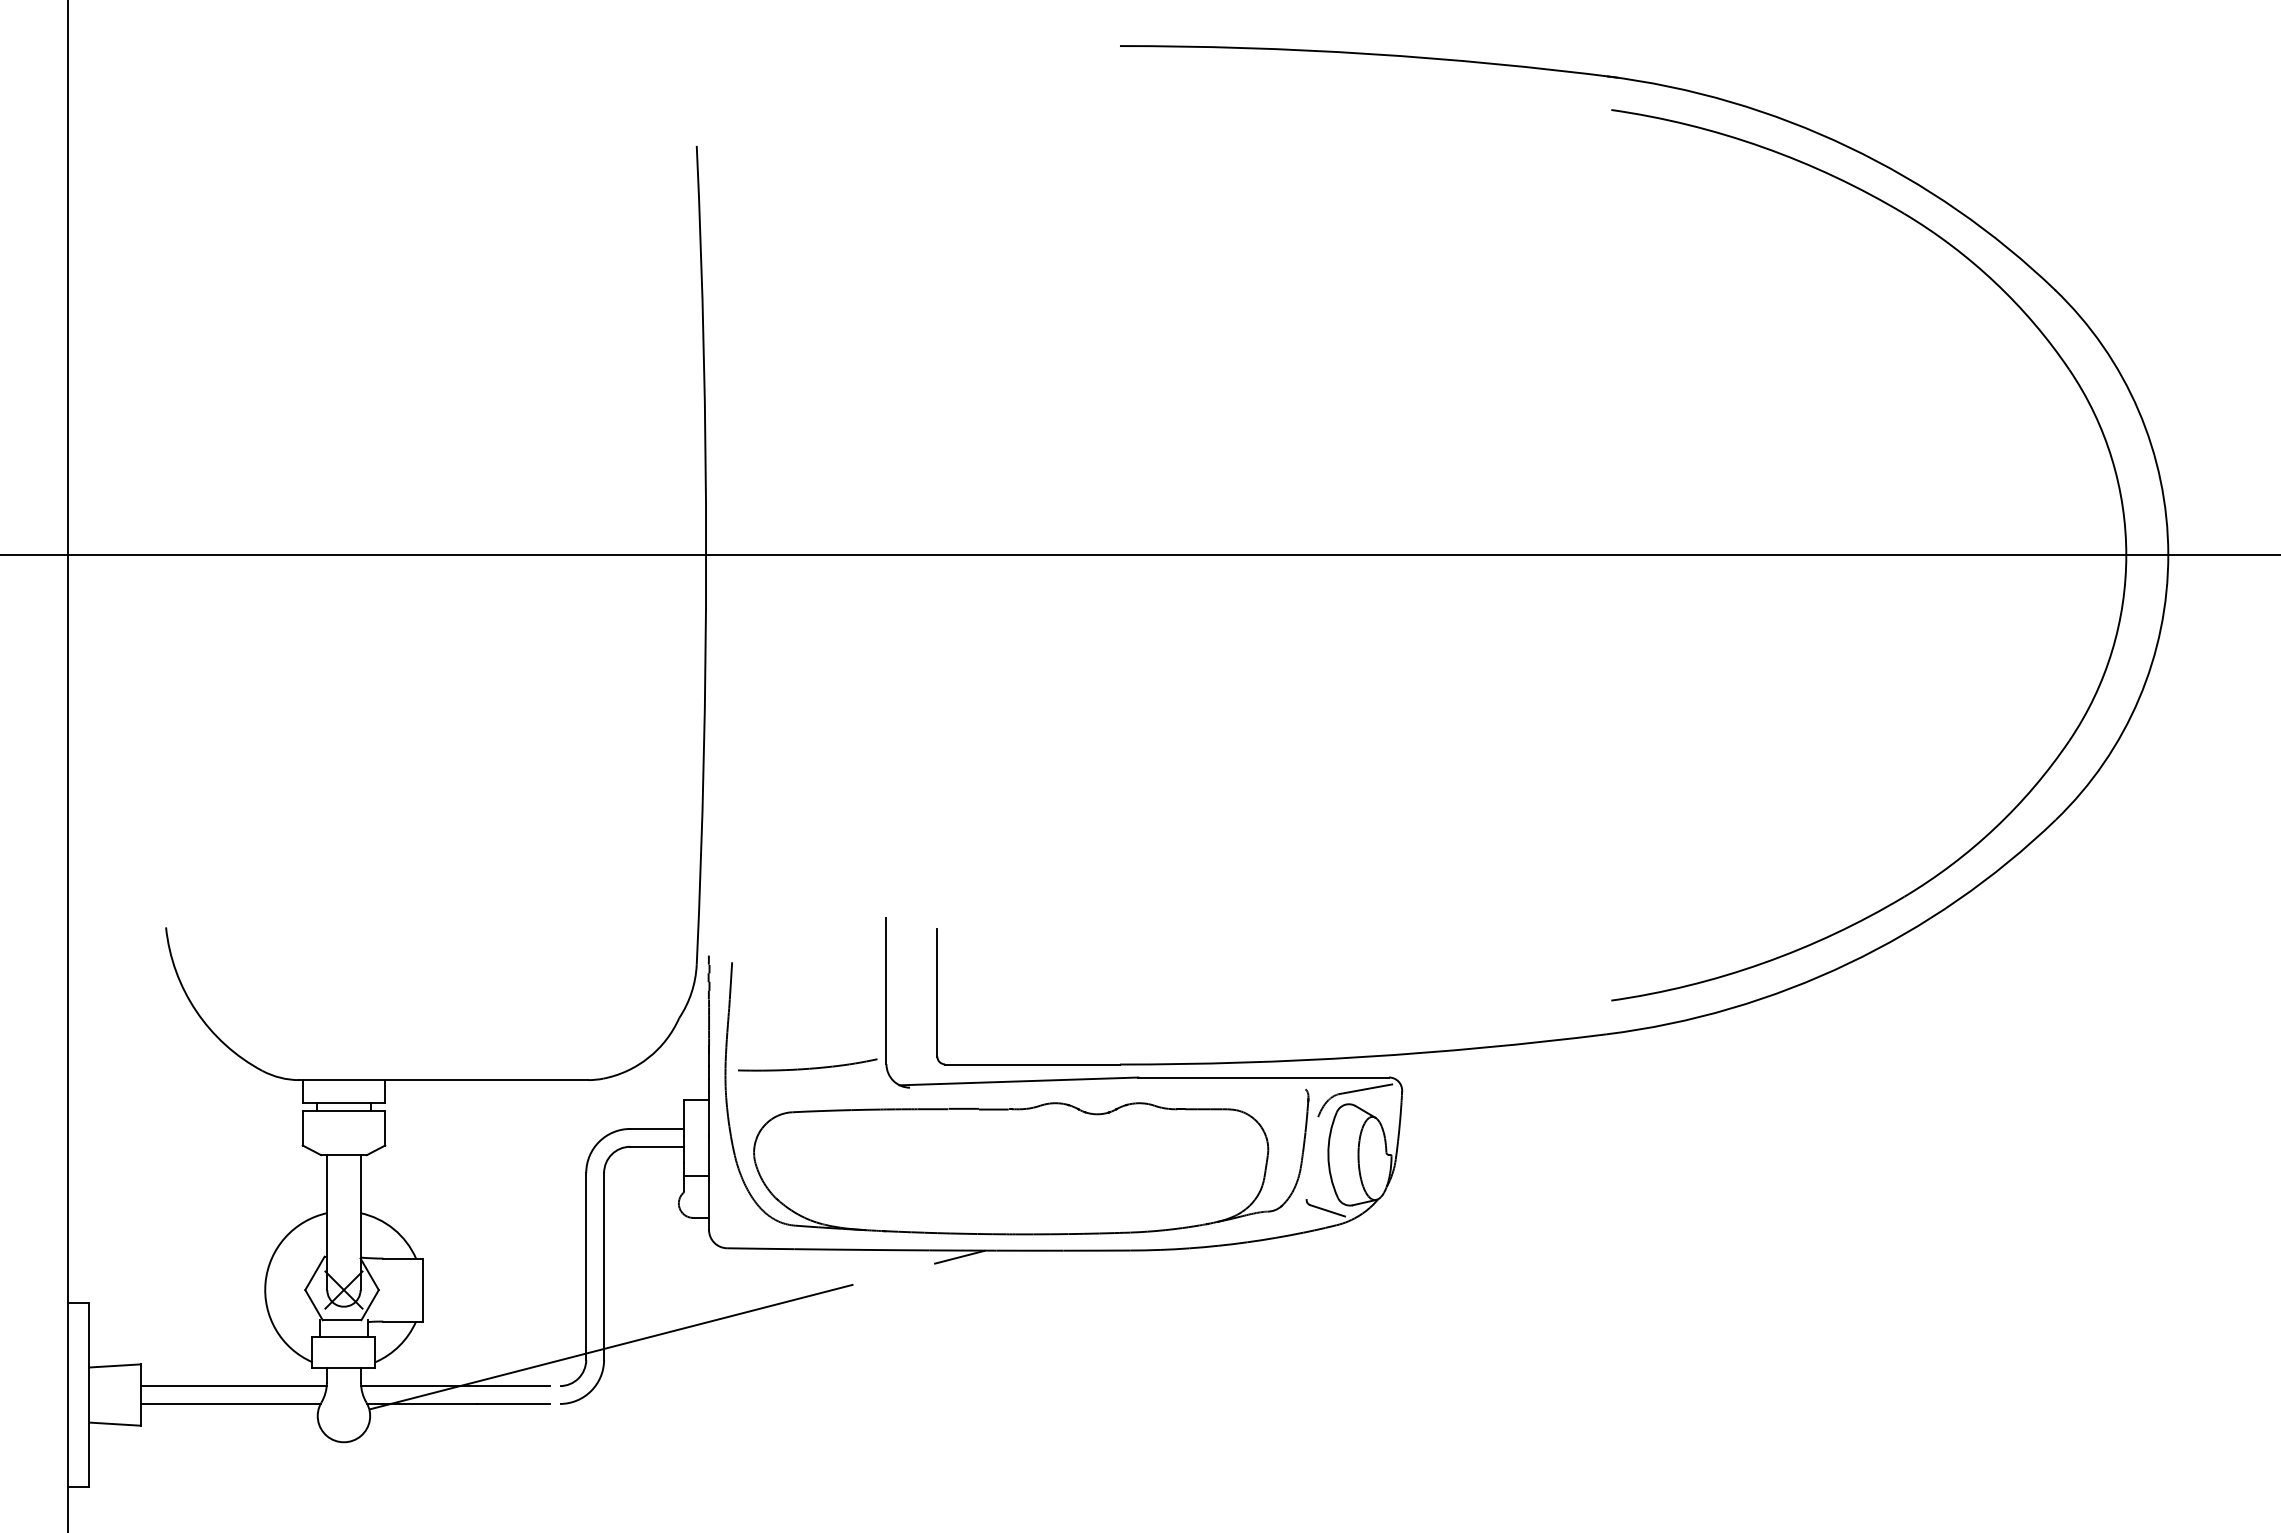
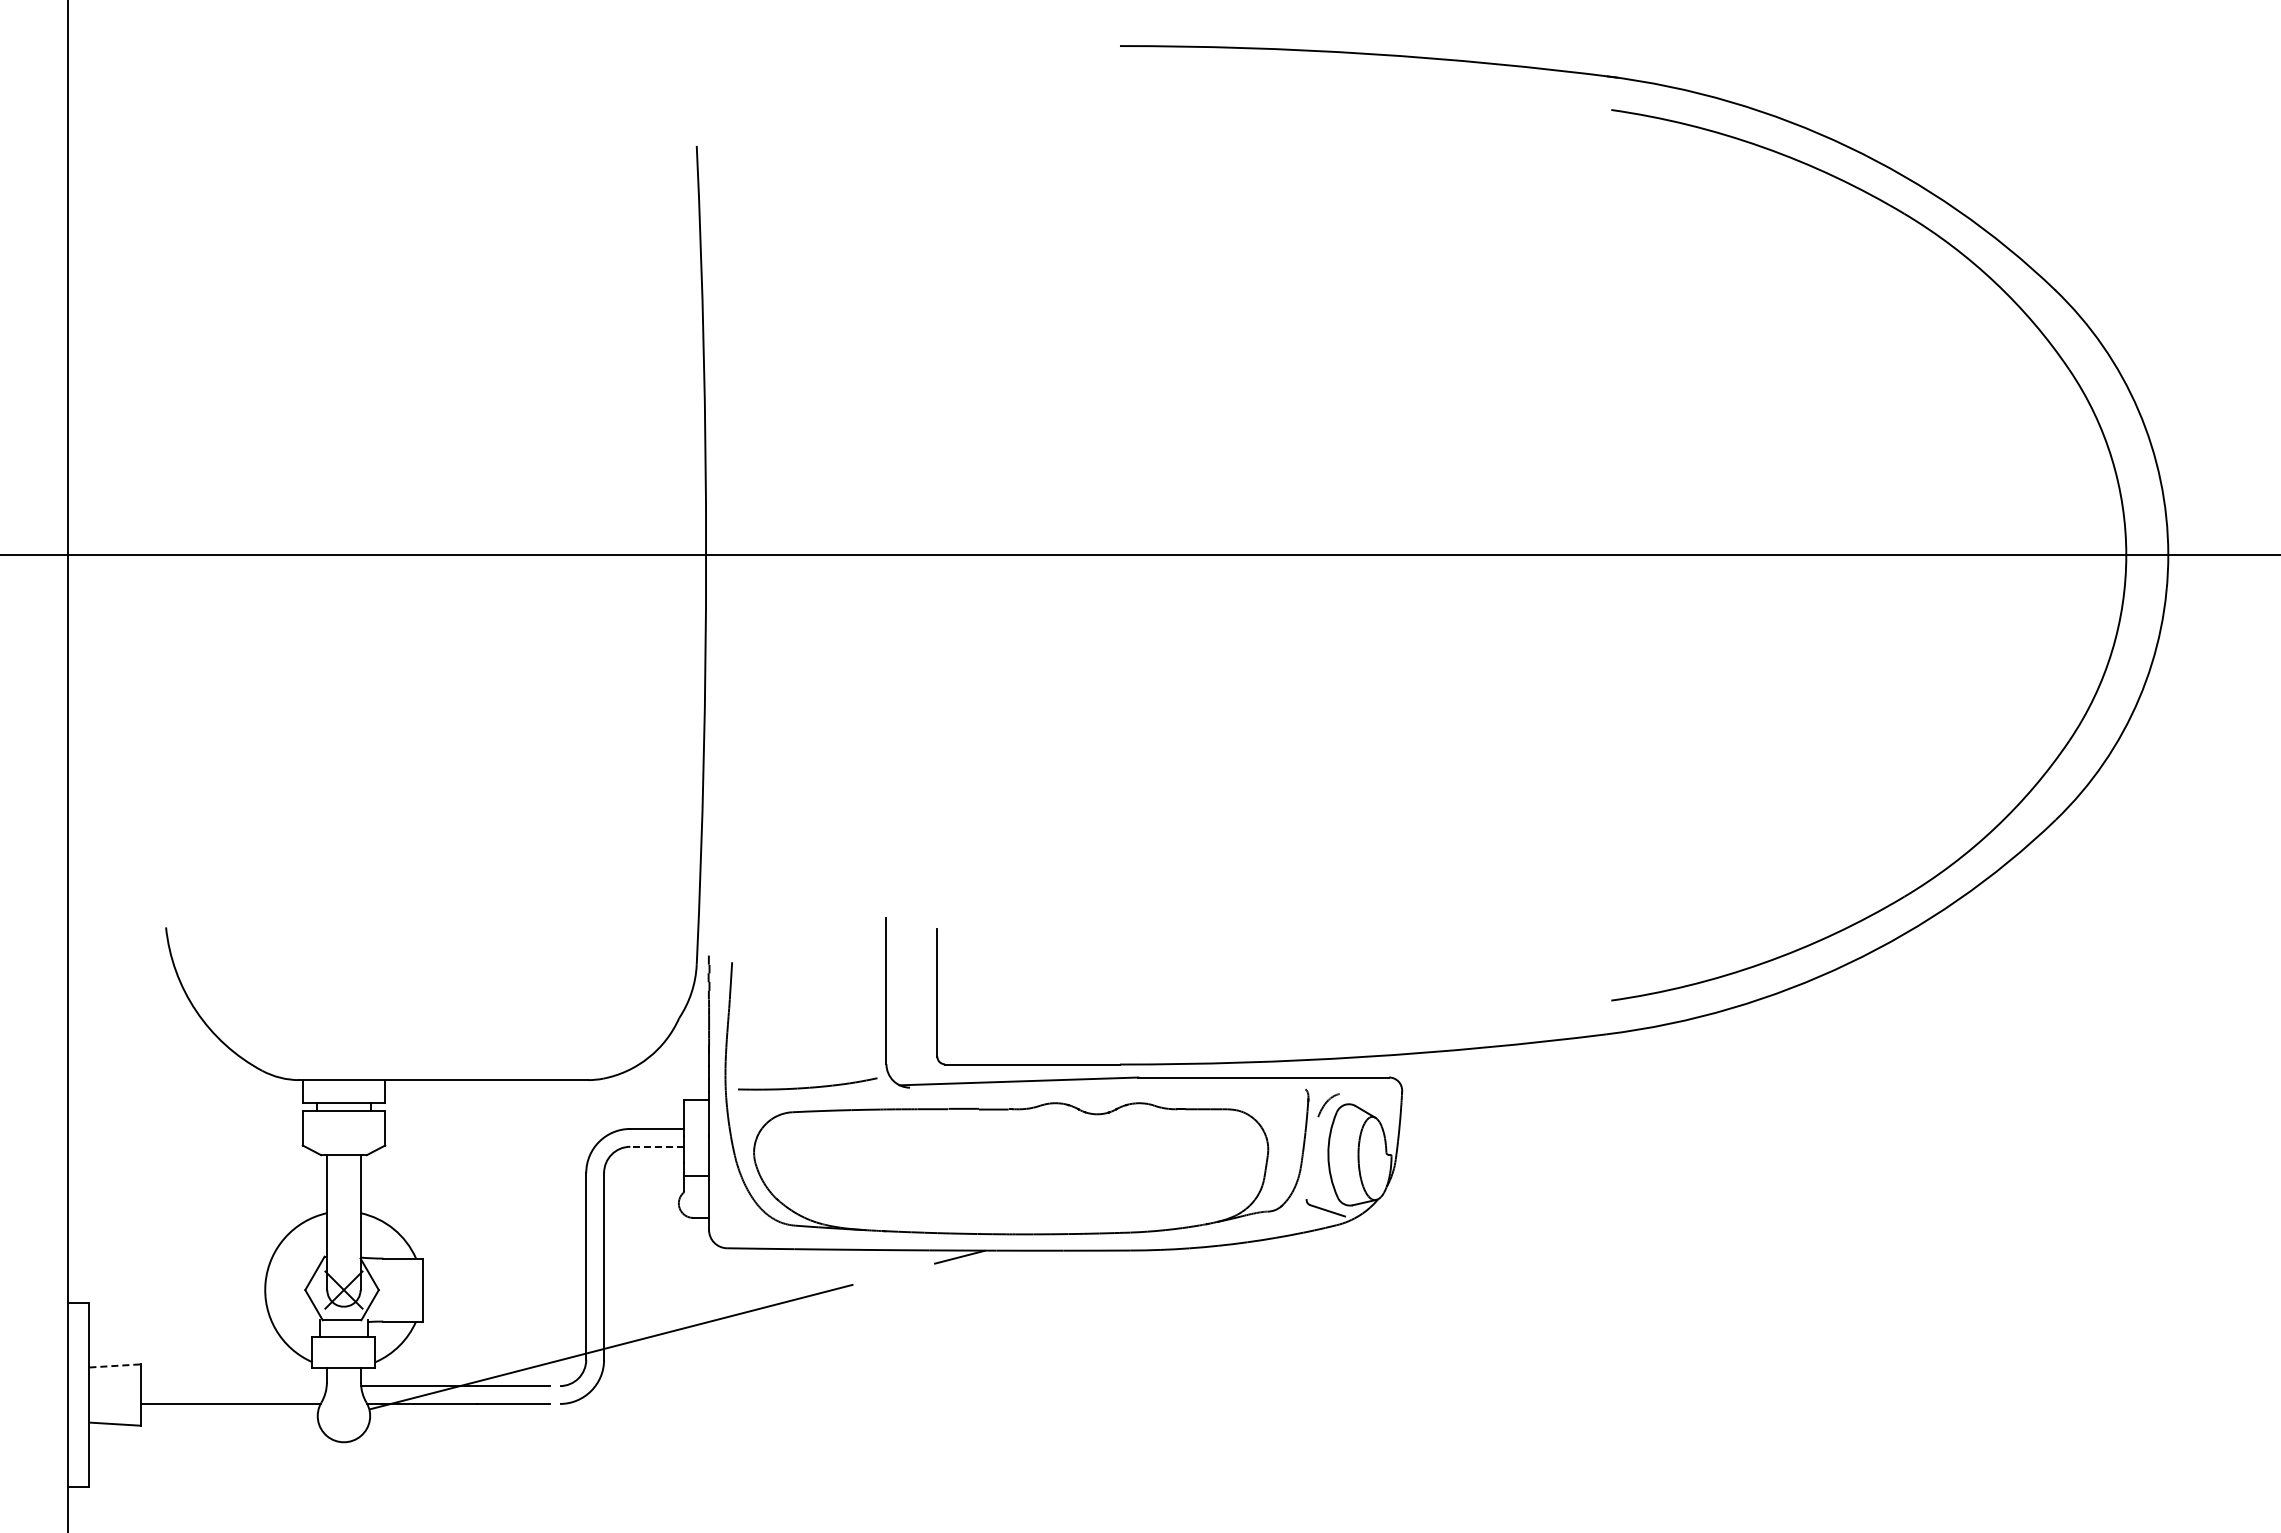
part at (807, 1064) position: (807, 1064) -> (807, 1083)
line at (1365, 1089): present -> none
line at (657, 1146): solid -> dashed
line at (115, 1365): solid -> dashed
line at (233, 1386): present -> none
